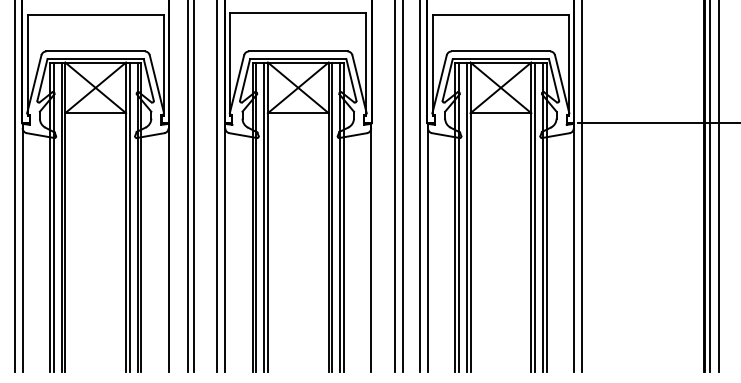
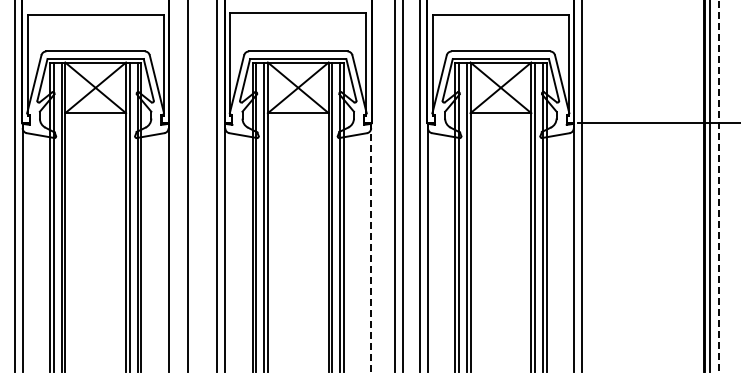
line at (193, 186): present -> none
line at (718, 186): solid -> dashed
line at (371, 246): solid -> dashed
